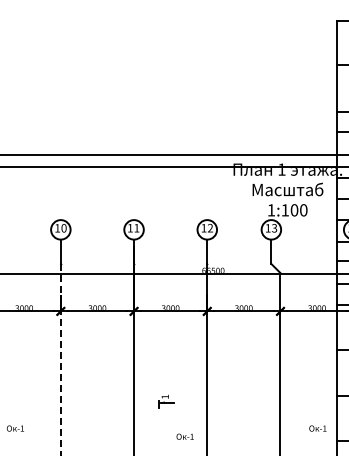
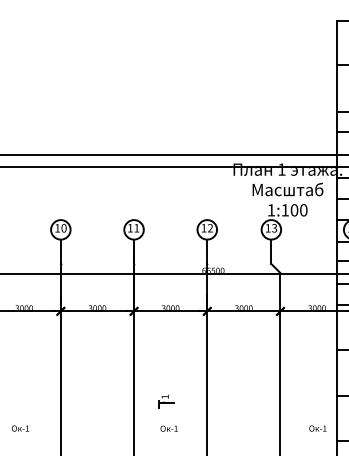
line at (60, 360): dashed -> solid
text at (14, 428) position: (14, 428) -> (19, 428)
text at (184, 436) position: (184, 436) -> (168, 428)
